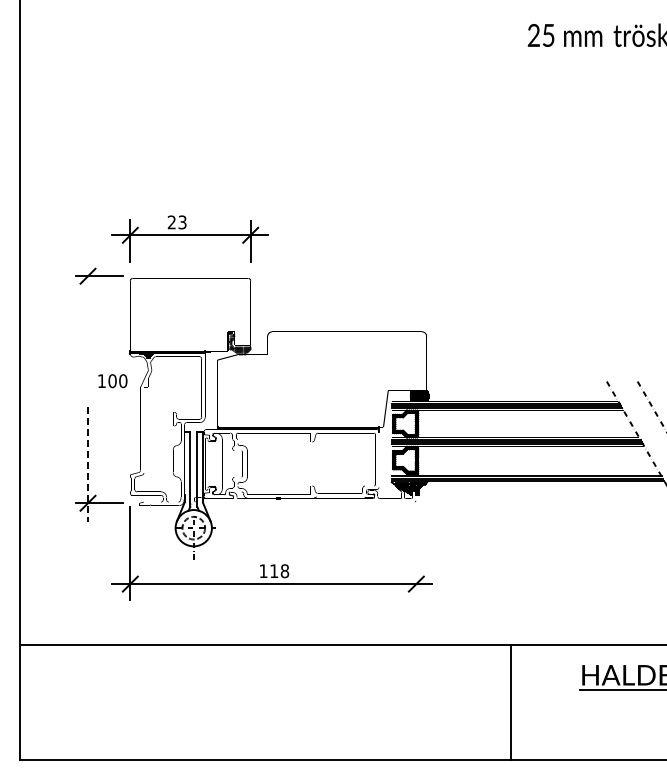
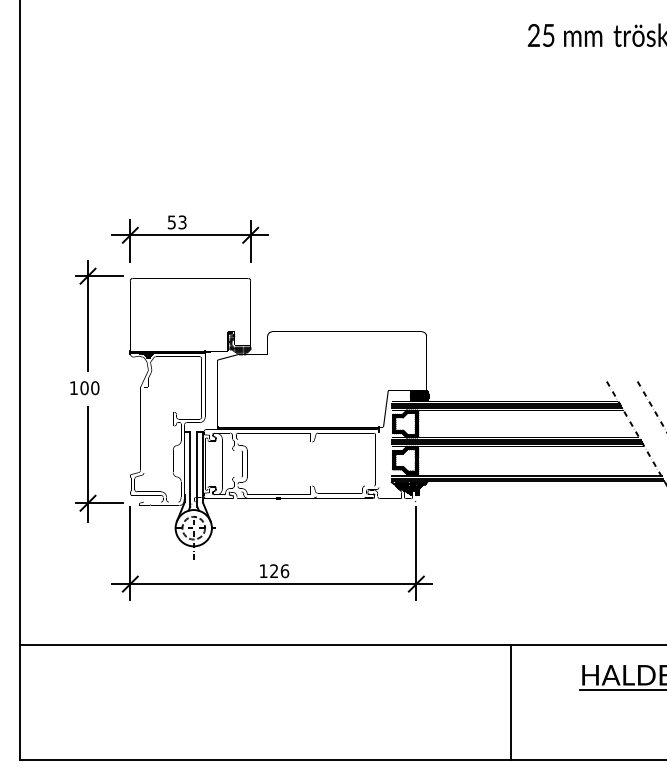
text at (171, 222): 23 -> 53
line at (88, 315): none -> present
text at (112, 381) position: (112, 381) -> (84, 388)
line at (88, 464): dashed -> solid
line at (416, 553): none -> present
text at (279, 570): 118 -> 126
